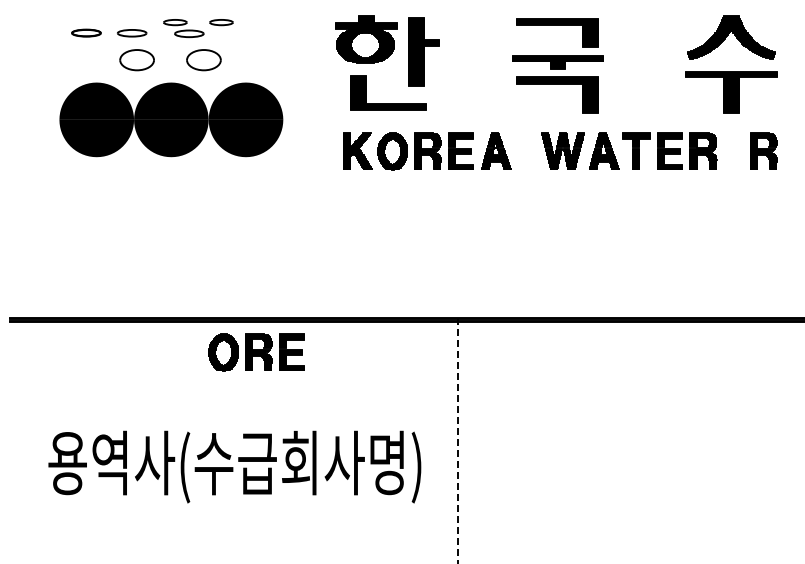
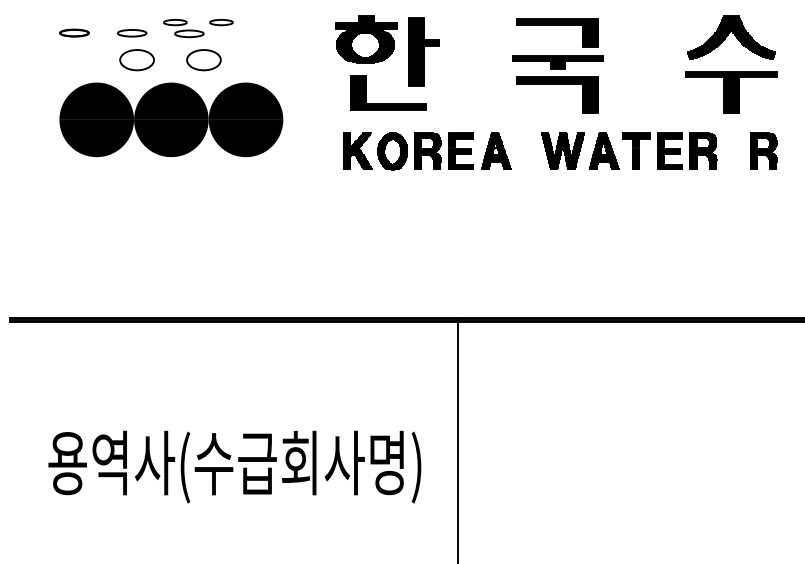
part at (86, 32) position: (86, 32) -> (74, 32)
part at (256, 352): present -> none
line at (457, 441): dashed -> solid
